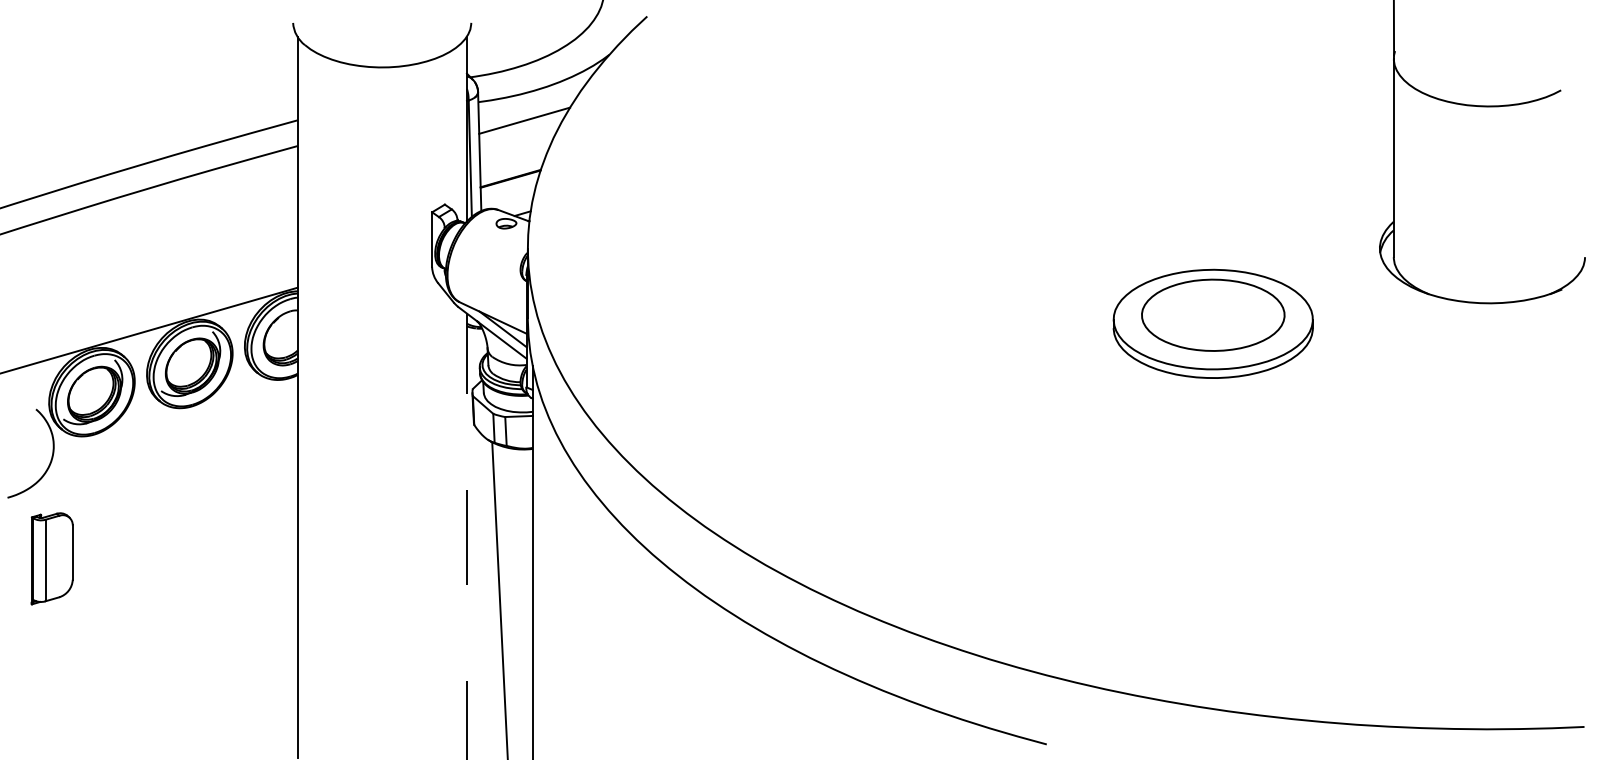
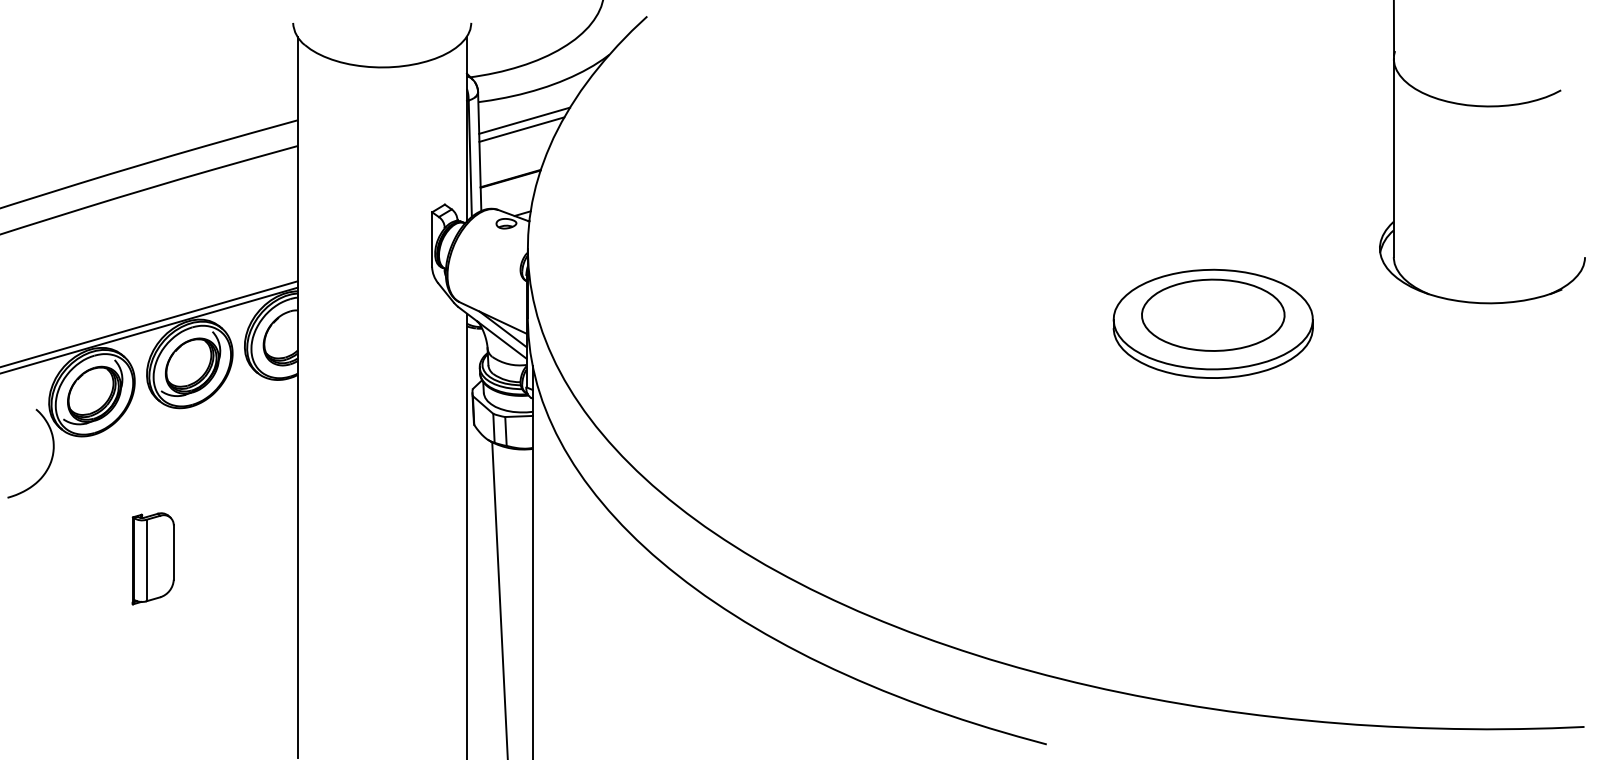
line at (521, 129): none -> present
line at (149, 323): none -> present
line at (466, 536): dashed -> solid
part at (51, 558) position: (51, 558) -> (152, 558)
